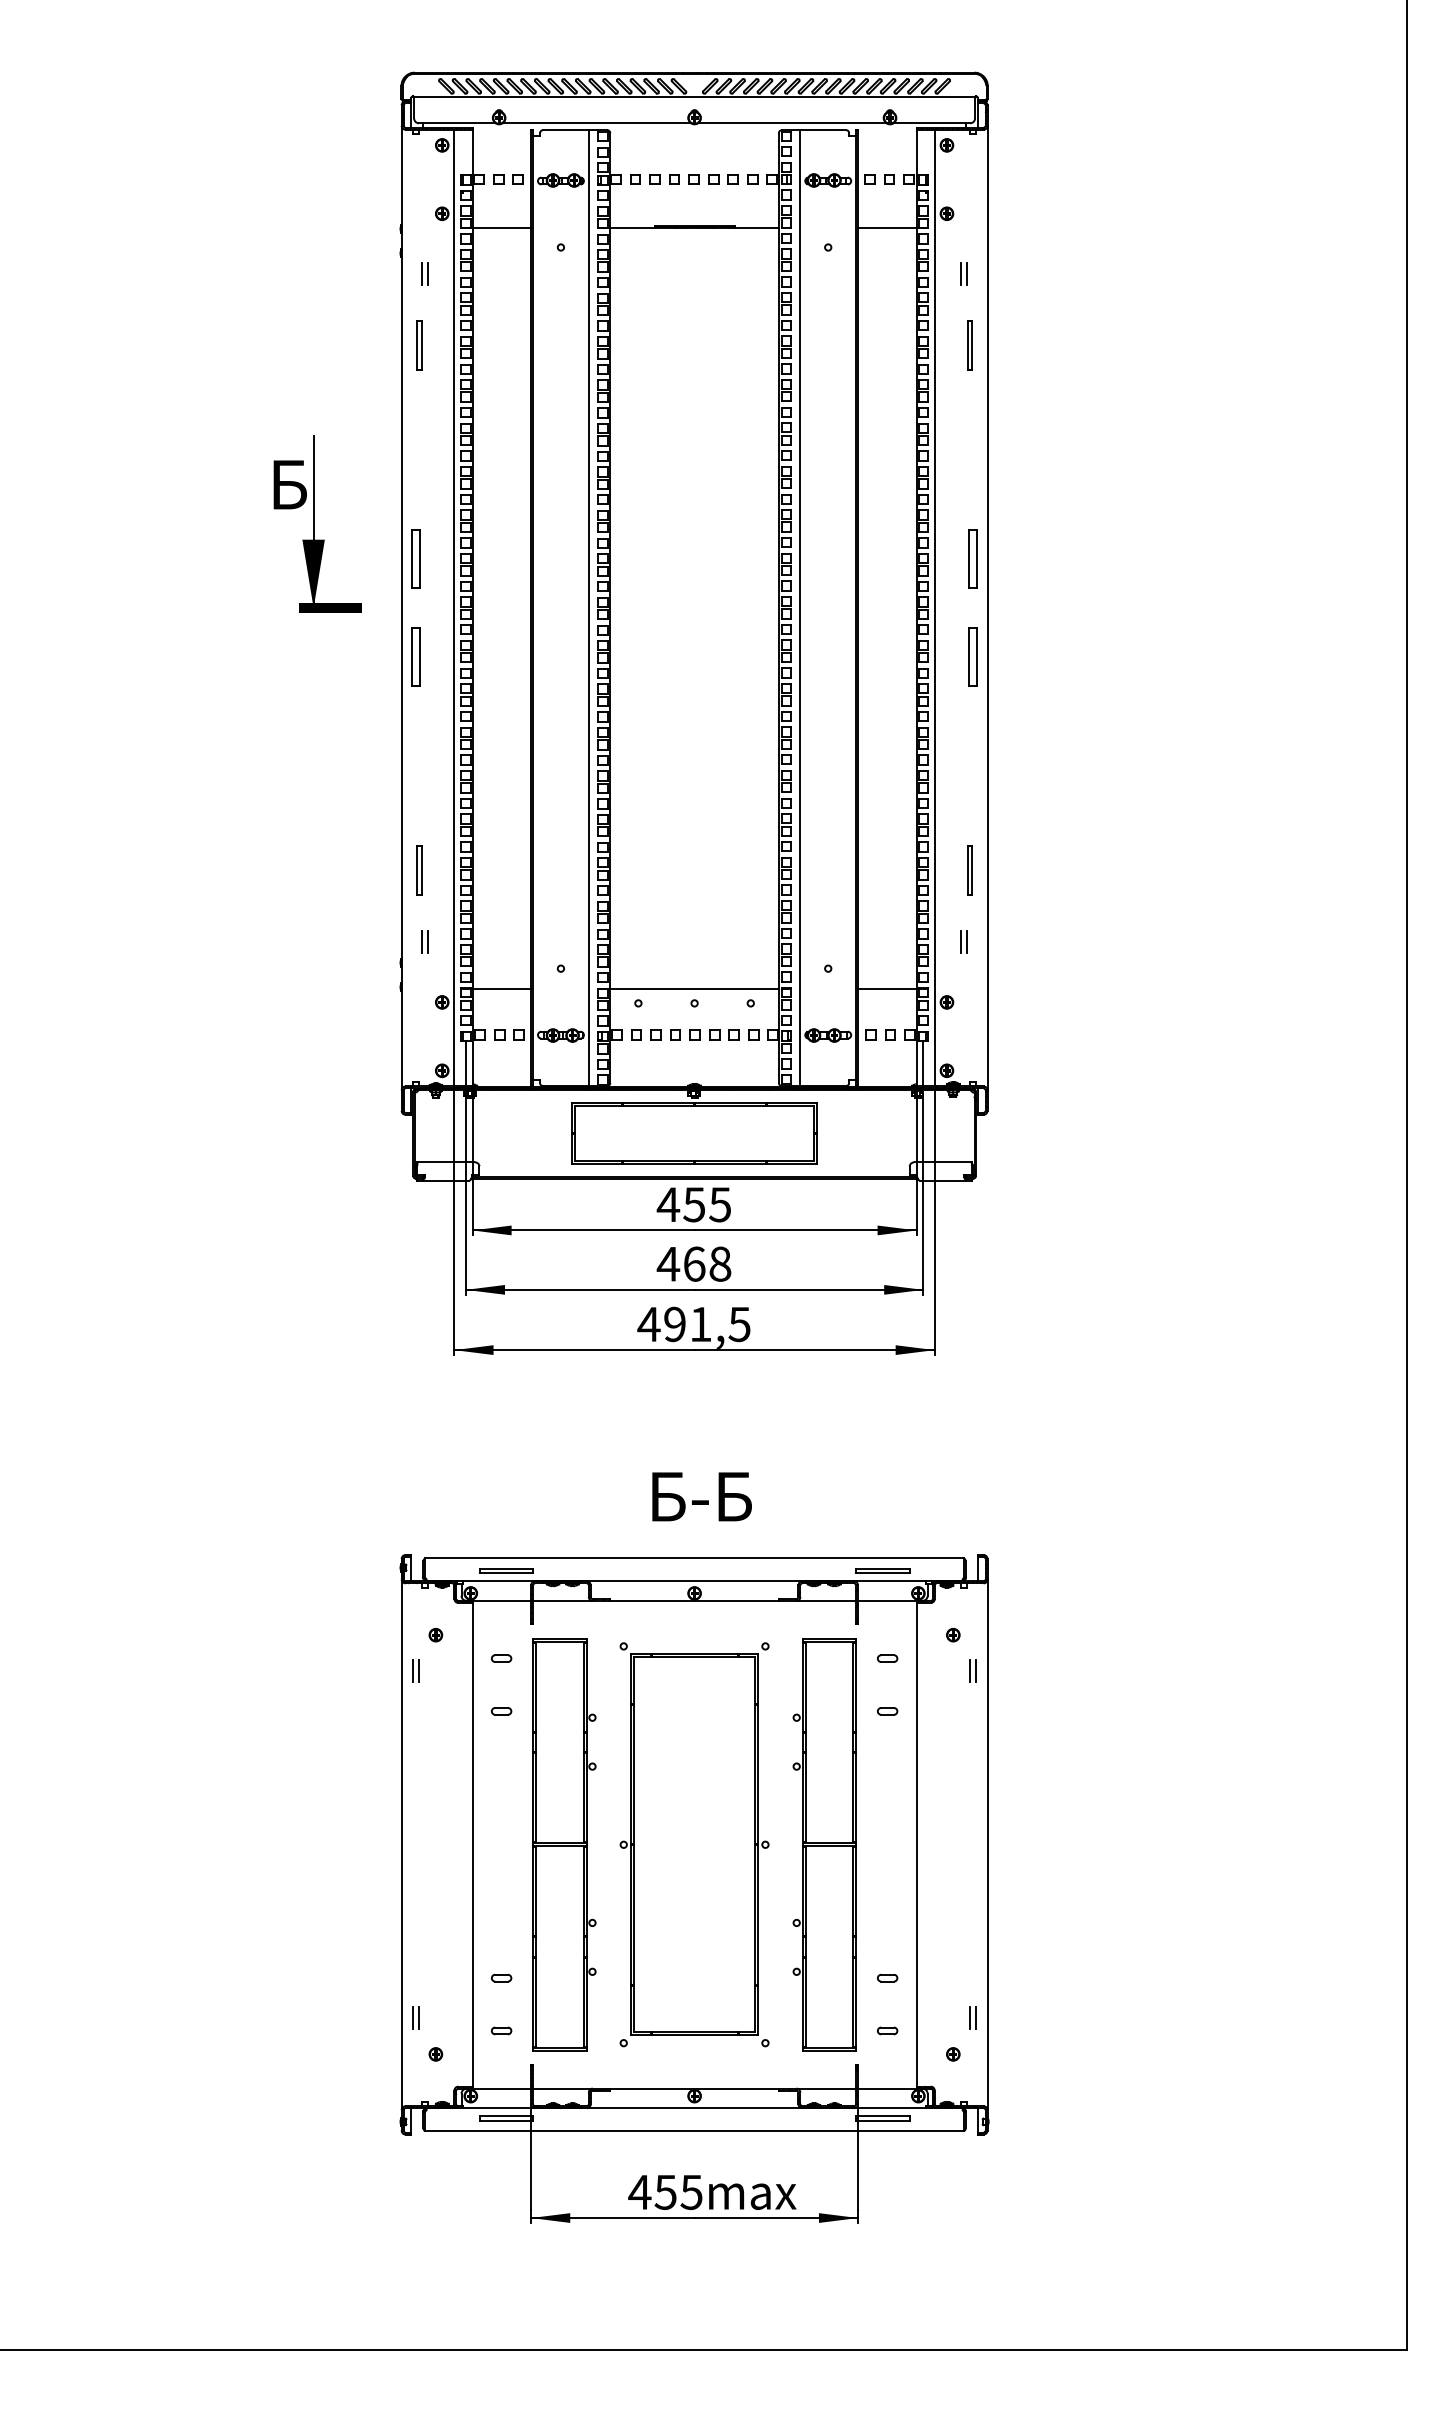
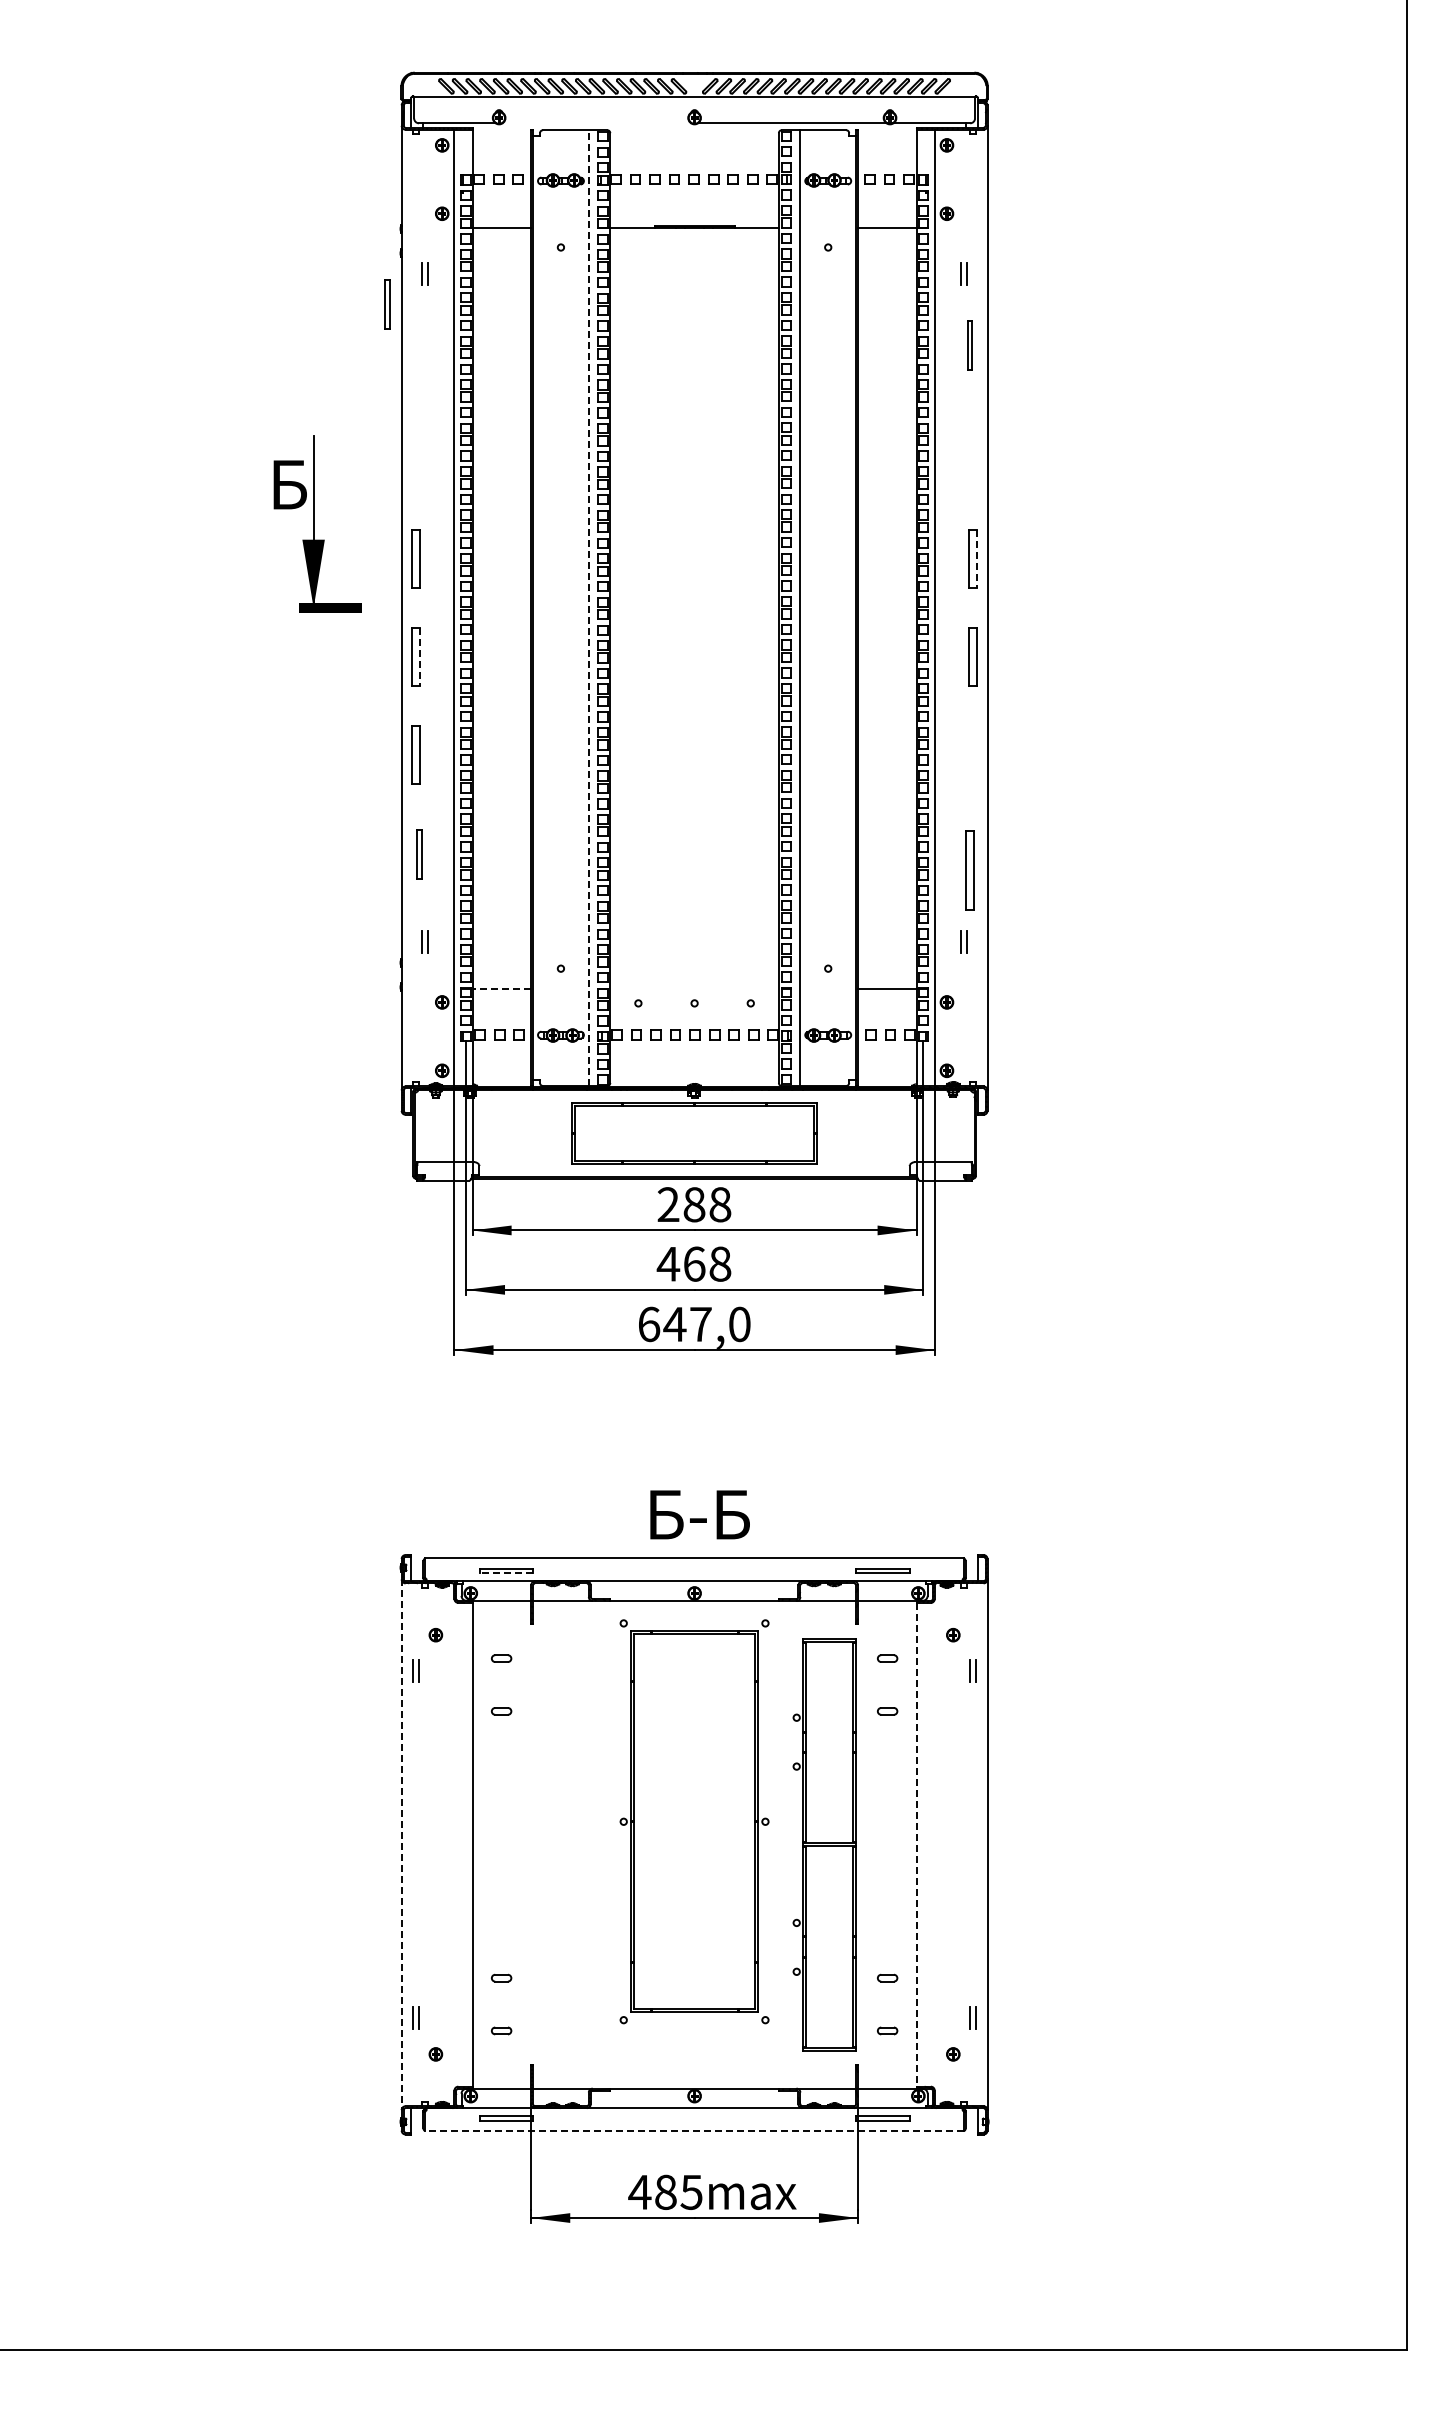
line at (596, 123): present -> none
part at (419, 345) position: (419, 345) -> (387, 304)
line at (976, 559): solid -> dashed
line at (588, 608): solid -> dashed
line at (420, 656): solid -> dashed
part at (415, 754): none -> present
part at (419, 870) position: (419, 870) -> (419, 854)
part at (969, 870) size: 6x51 px -> 10x81 px
line at (501, 988): solid -> dashed
line at (694, 988): present -> none
text at (693, 1204): 455 -> 288
text at (693, 1324): 491,5 -> 647,0
text at (701, 1496) position: (701, 1496) -> (699, 1514)
line at (506, 1573): solid -> dashed
part at (564, 1844): present -> none
part at (694, 1844) position: (694, 1844) -> (694, 1821)
line at (916, 1844): solid -> dashed
line at (401, 1845): solid -> dashed
line at (694, 2131): solid -> dashed
text at (665, 2191): 455max -> 485max
